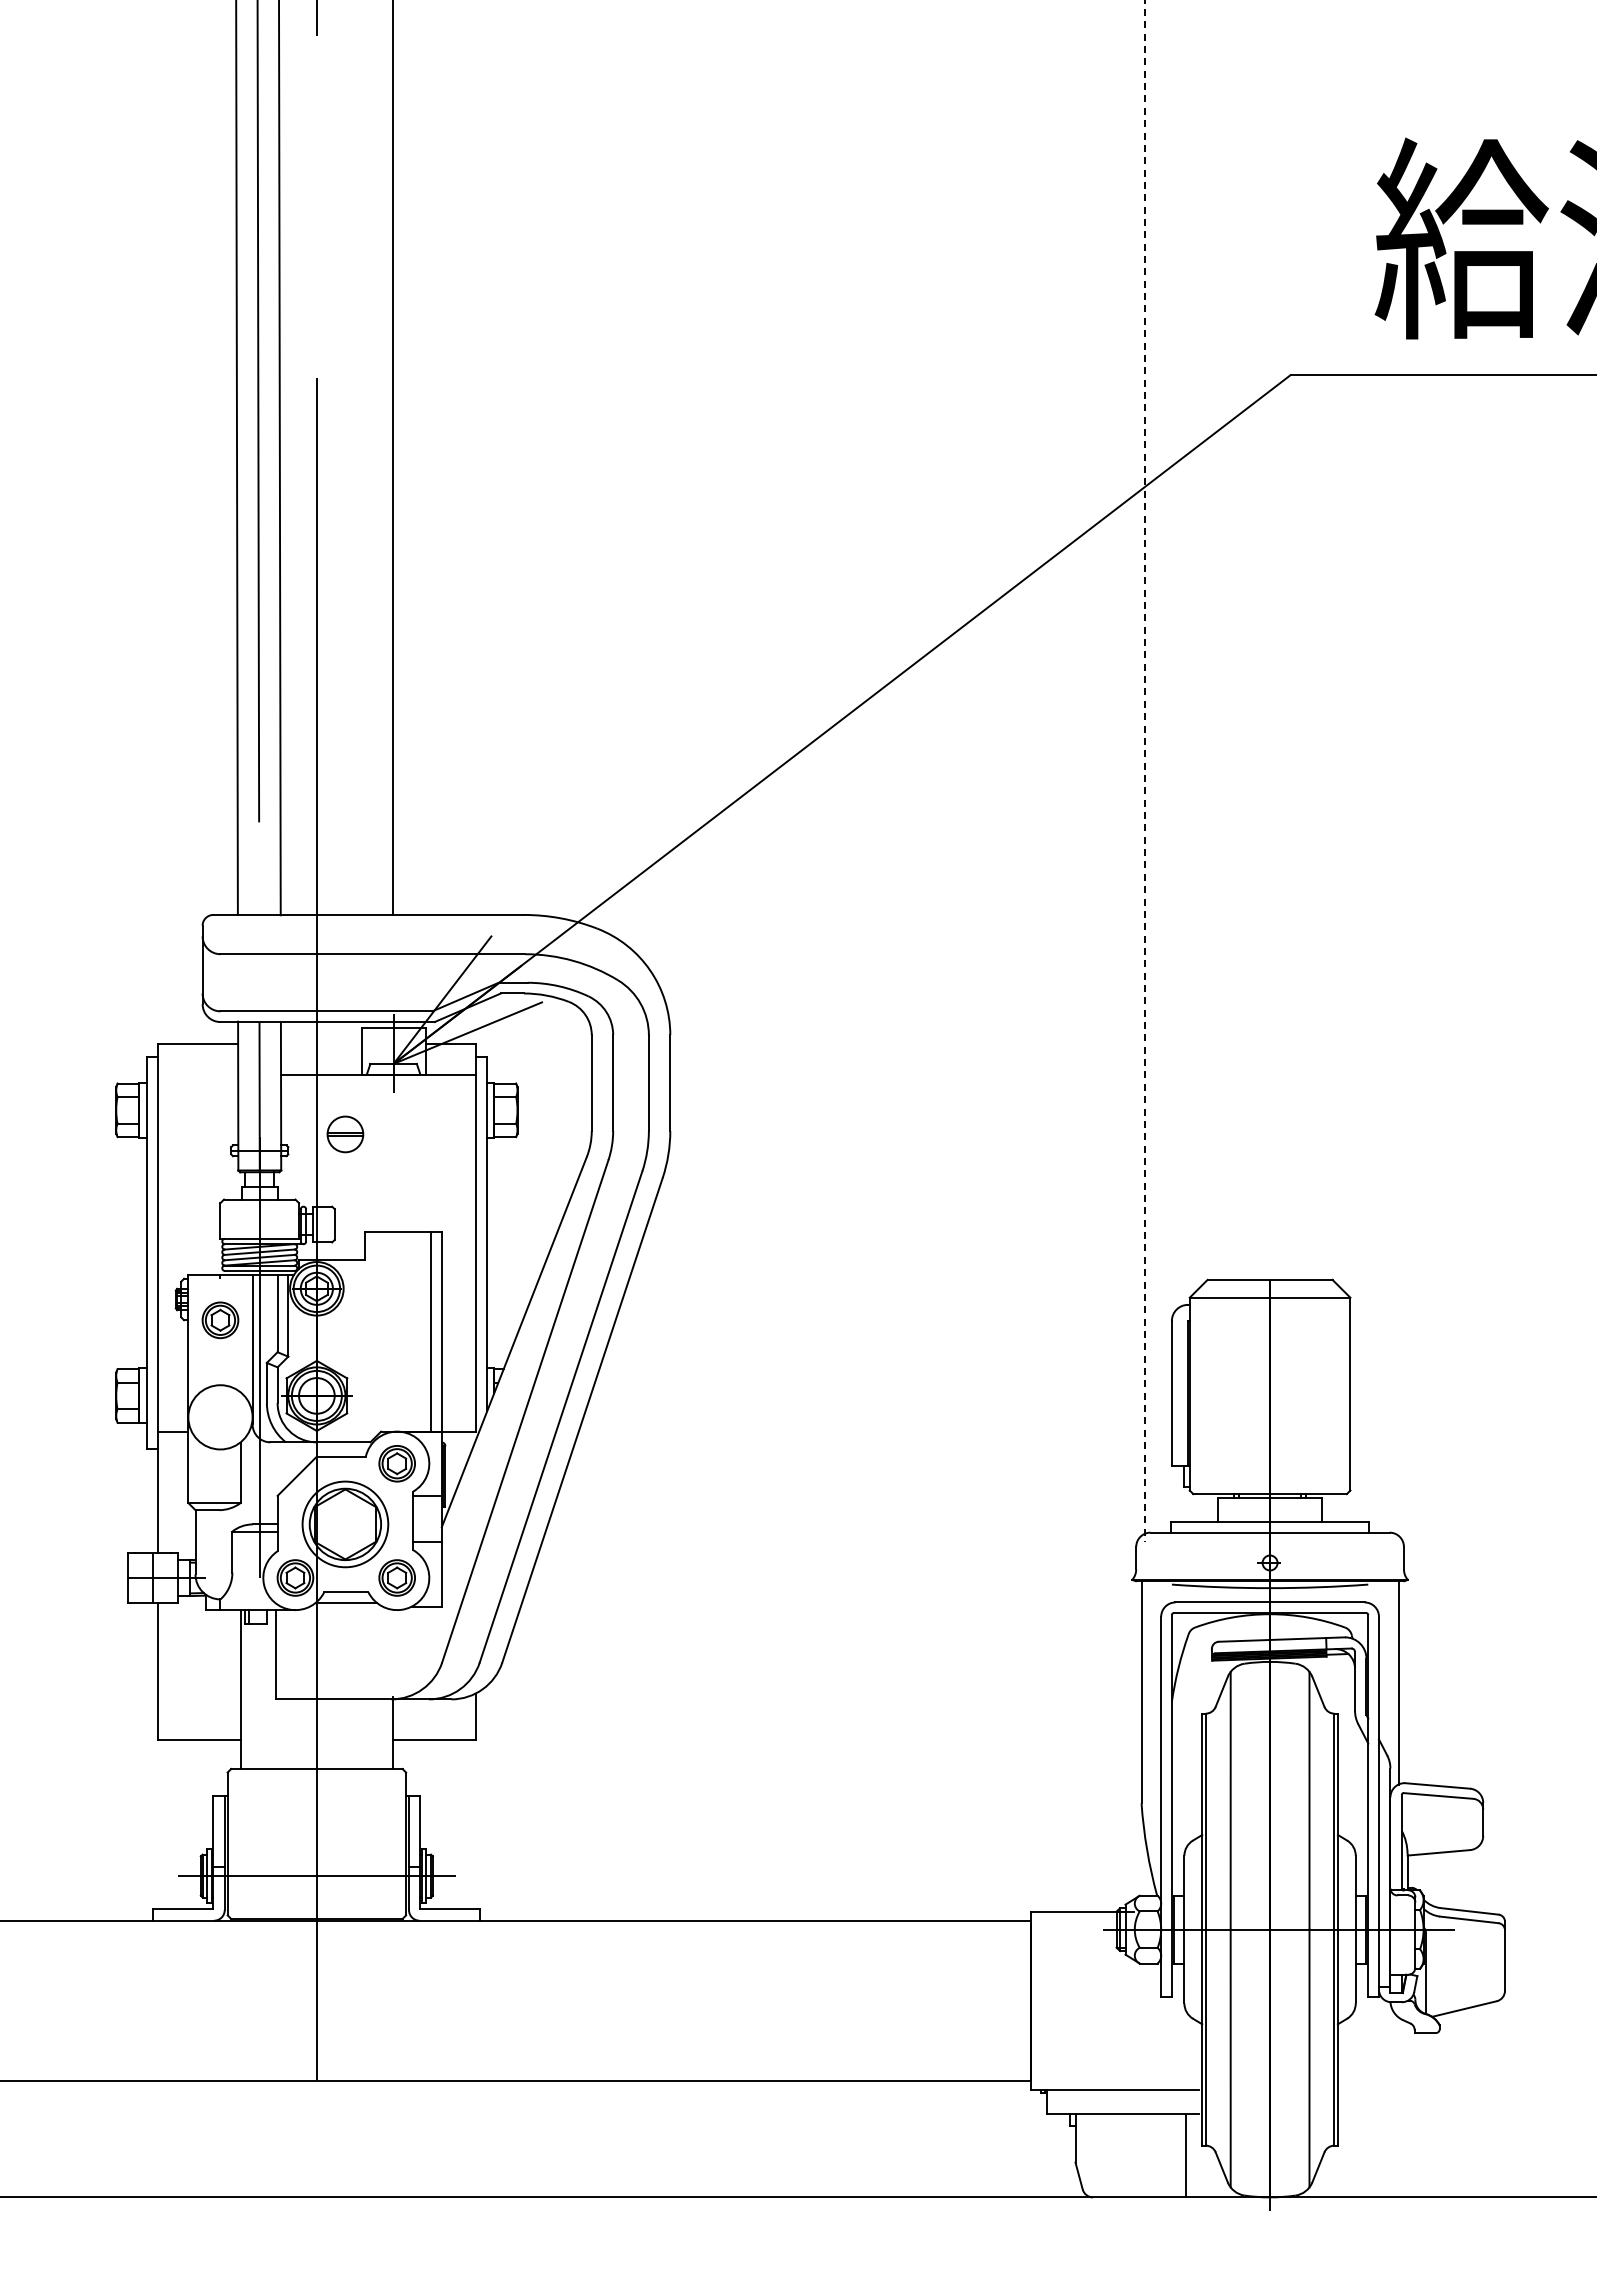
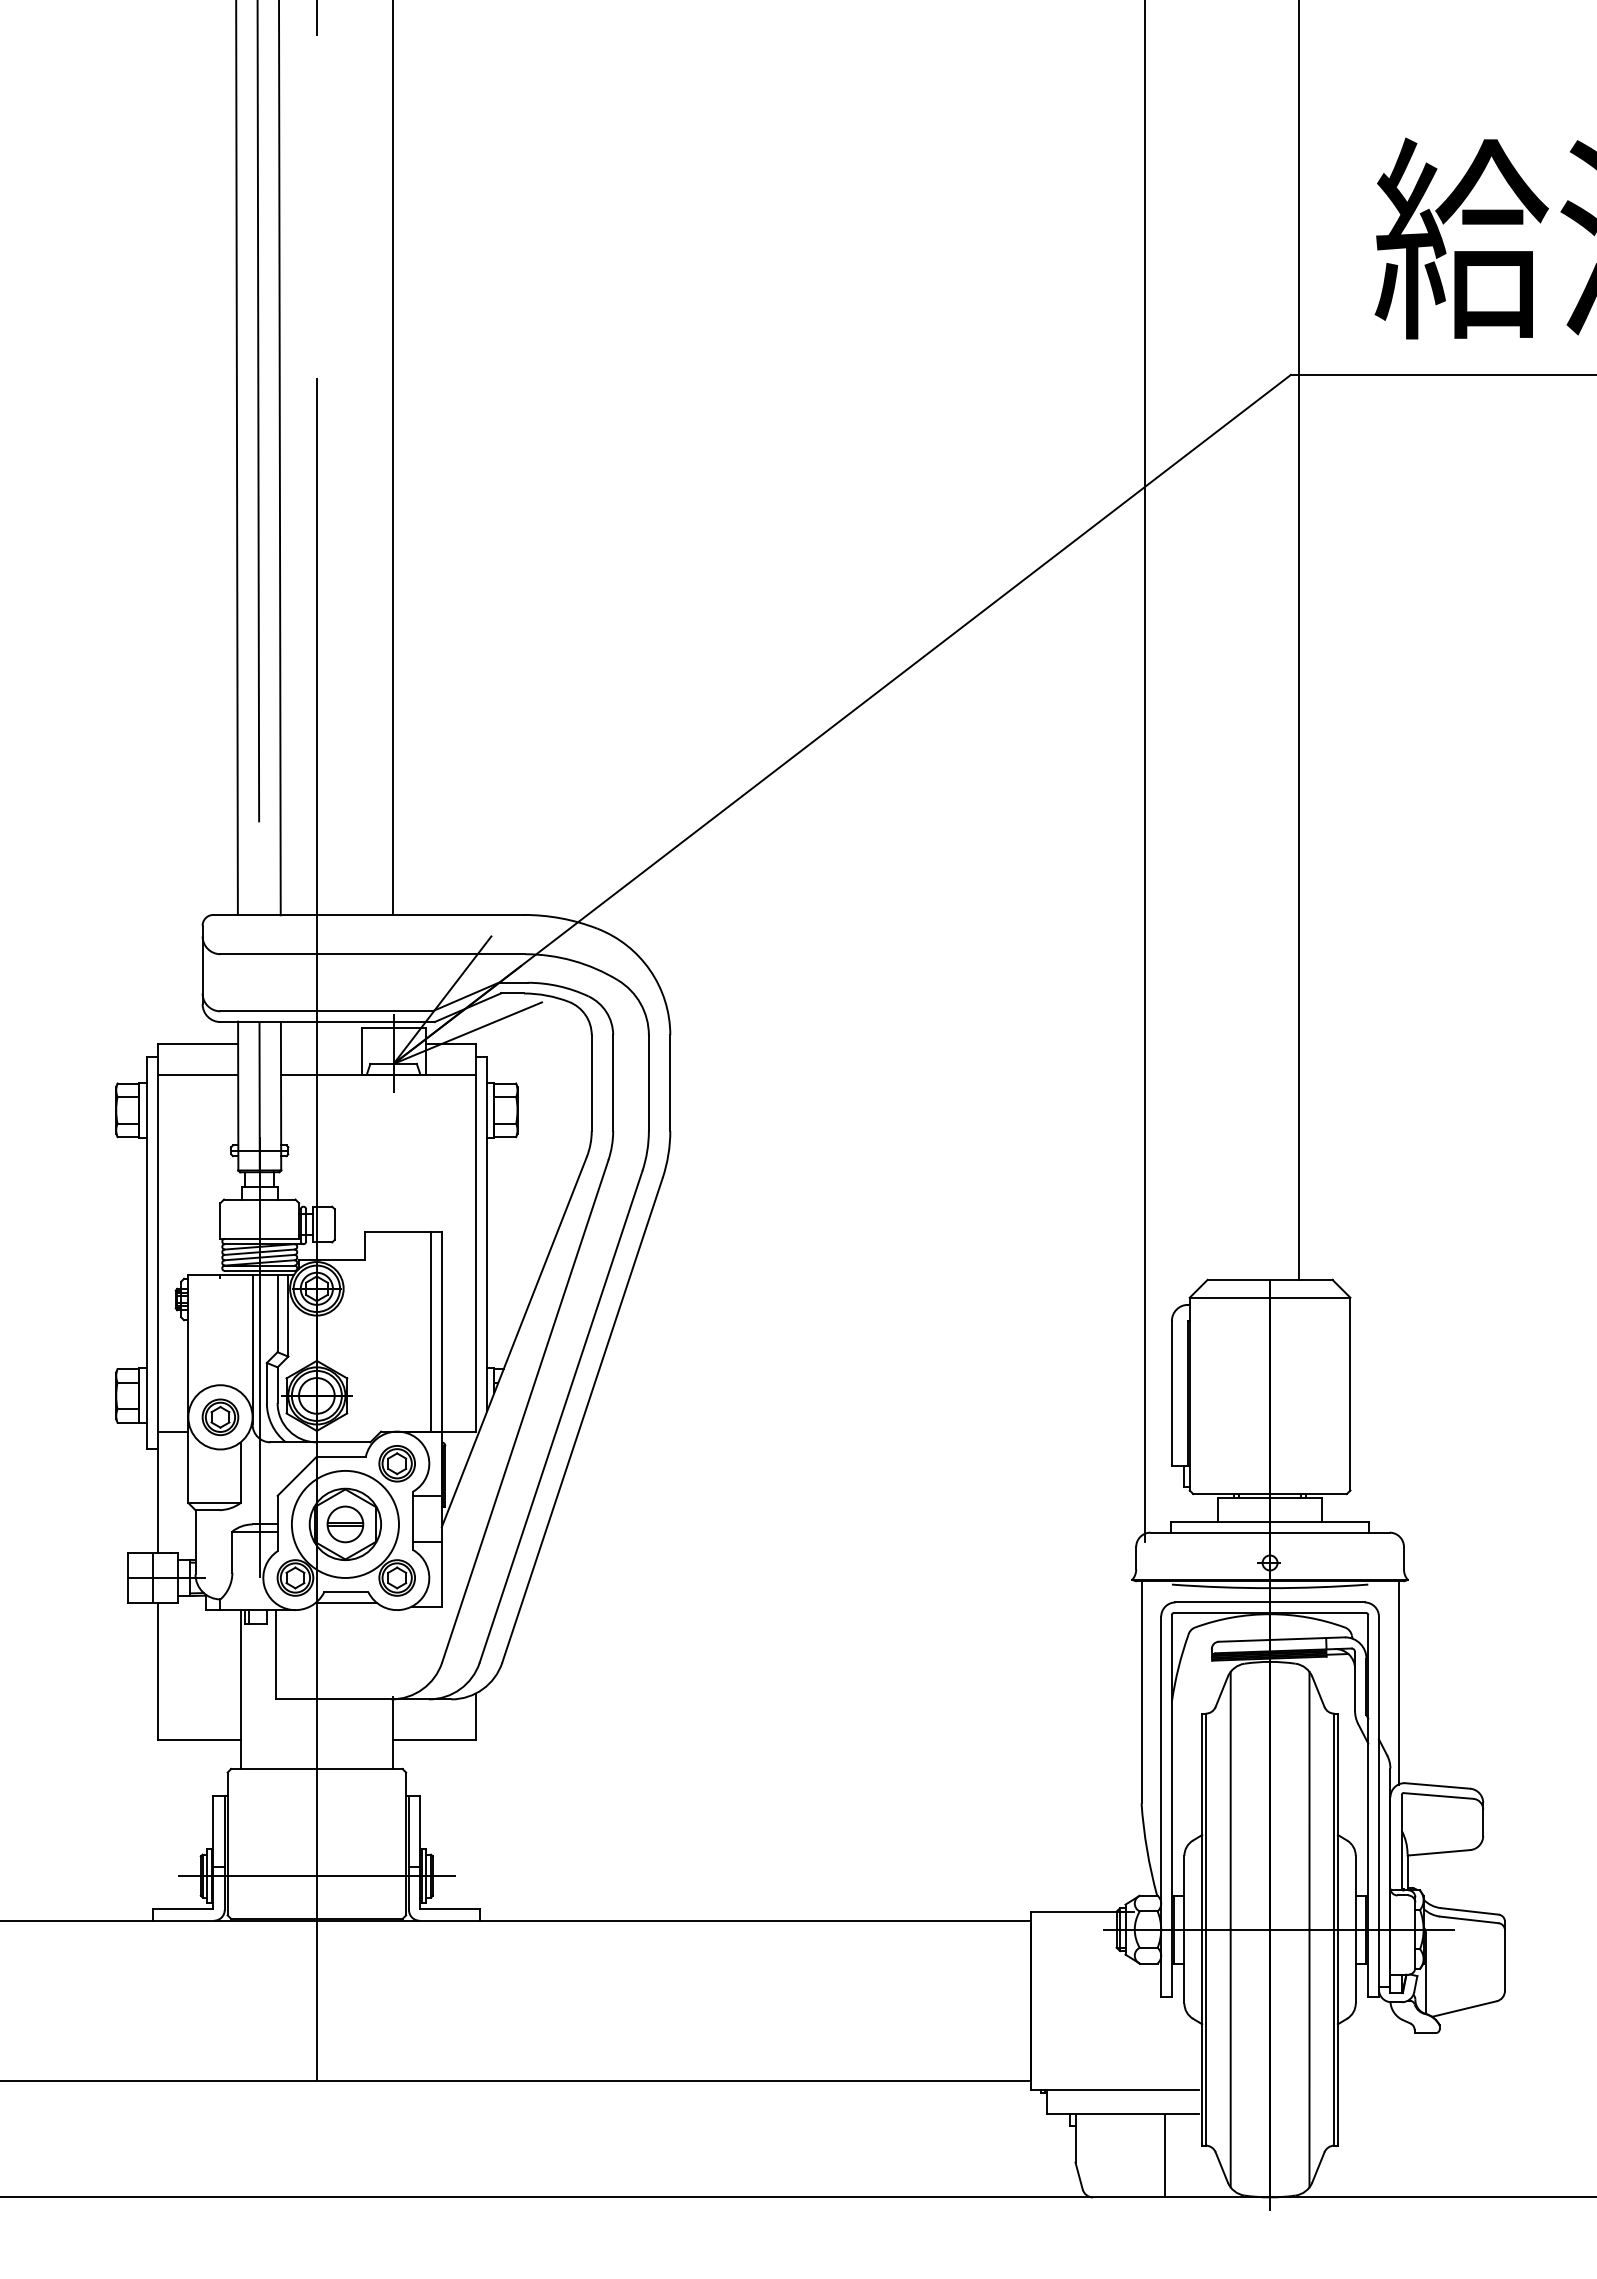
line at (1298, 640): none -> present
line at (1145, 771): dashed -> solid
line at (198, 1074): none -> present
part at (345, 1134) position: (345, 1134) -> (345, 1524)
part at (220, 1320) position: (220, 1320) -> (220, 1417)
circle at (345, 1524) diameter: 86 px -> 107 px
line at (1185, 2155) position: (1185, 2155) -> (1164, 2155)
